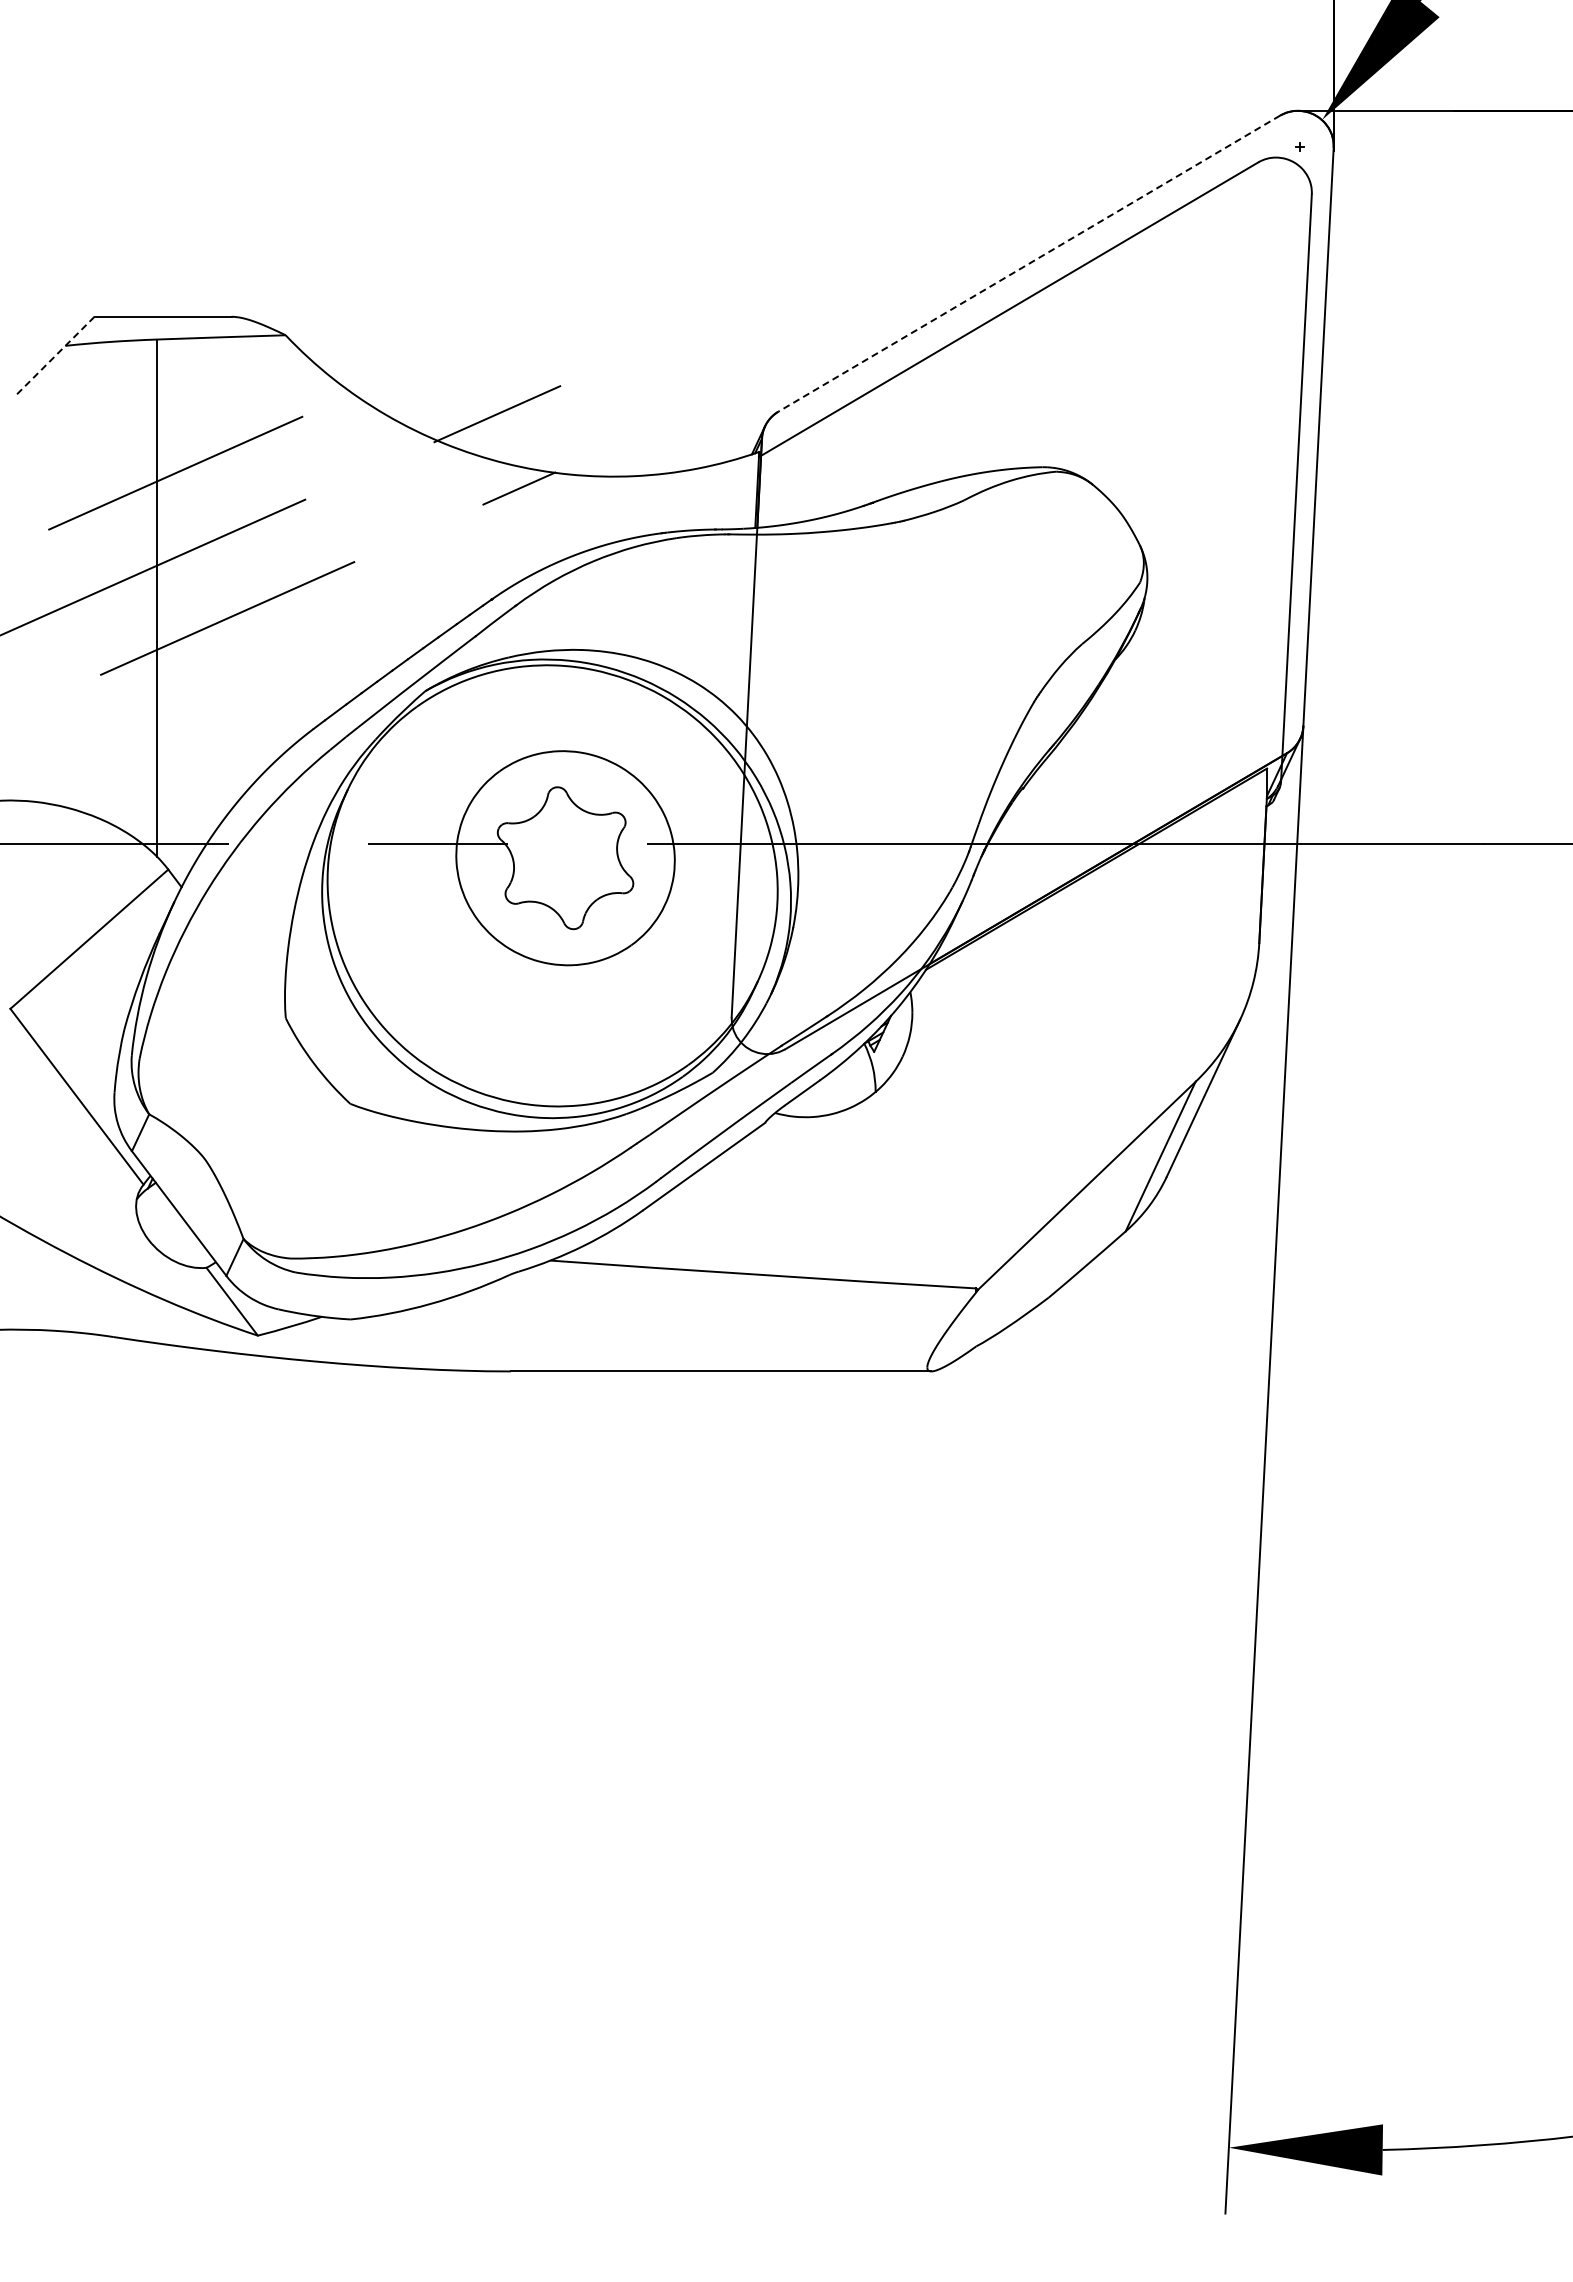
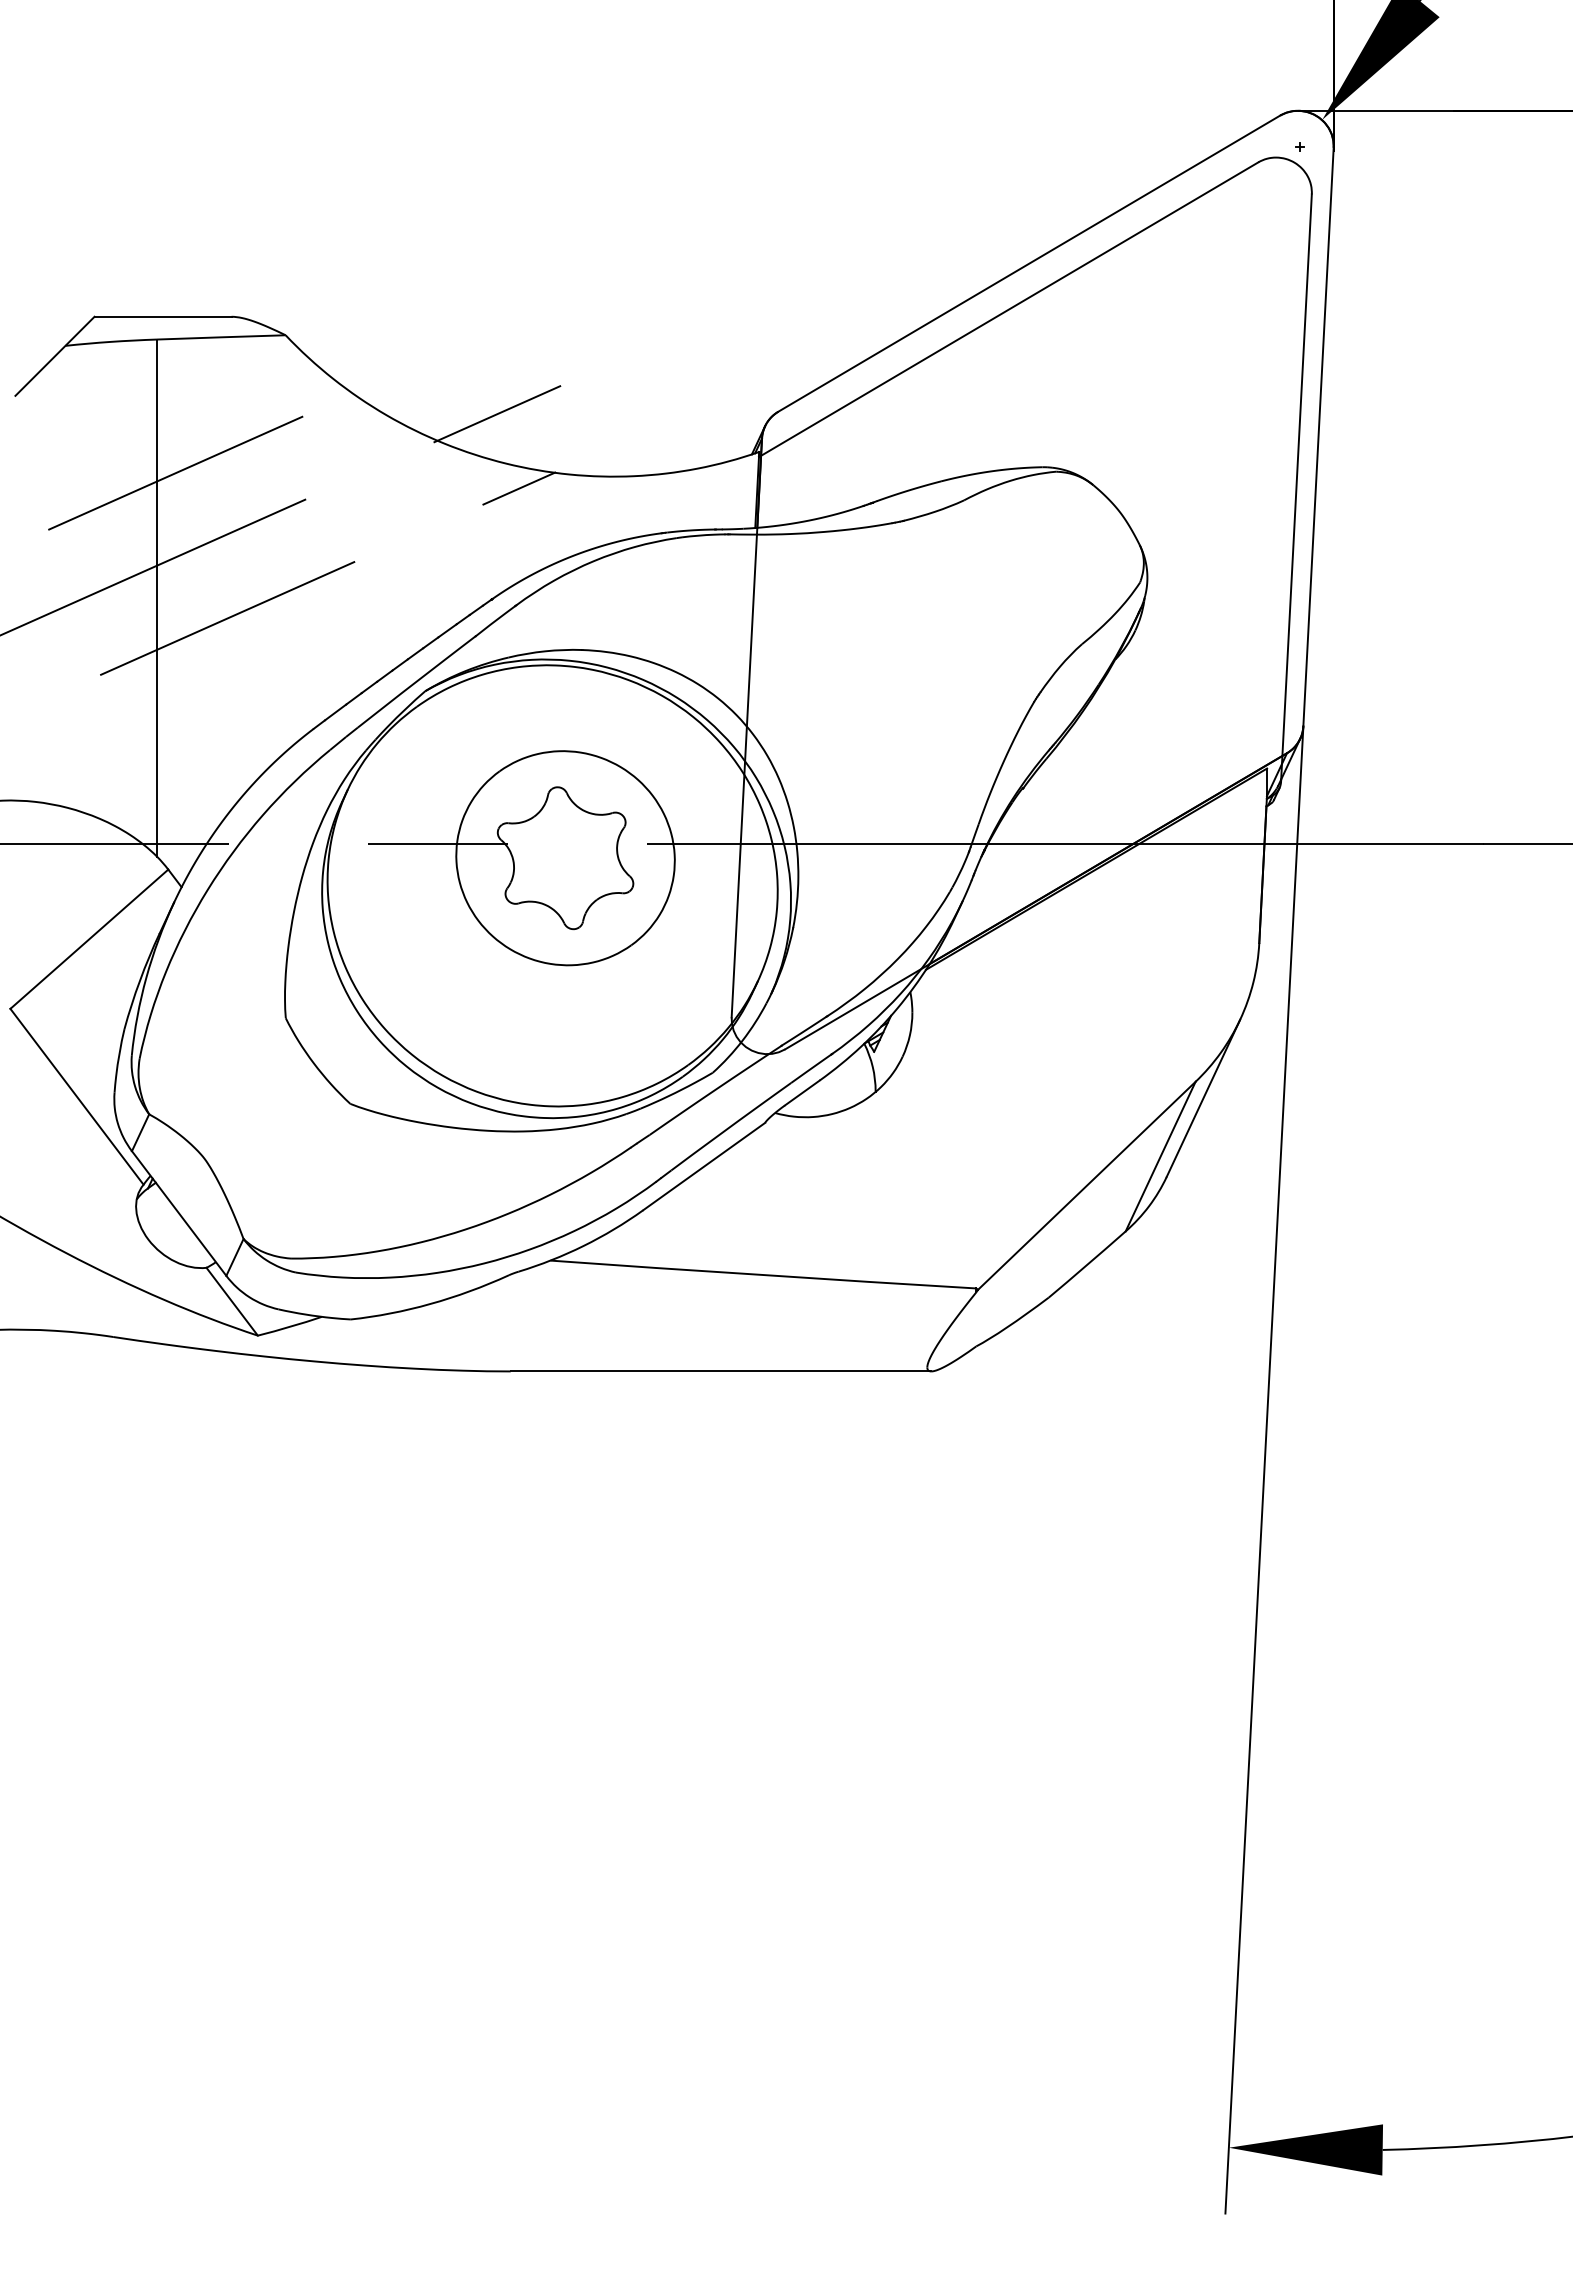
line at (1028, 263): dashed -> solid
line at (54, 356): dashed -> solid
